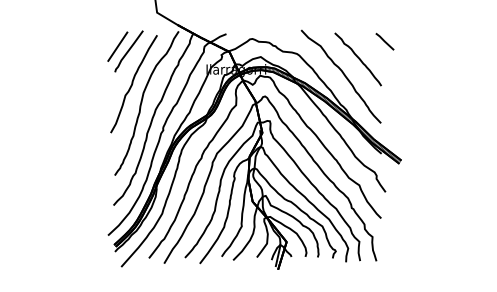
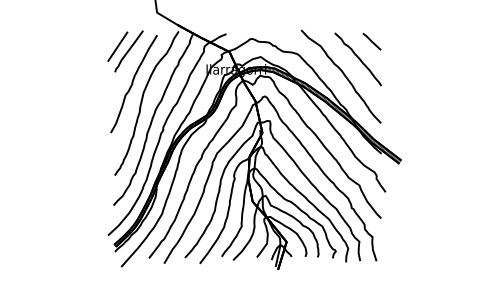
line at (384, 41) position: (384, 41) -> (371, 41)
